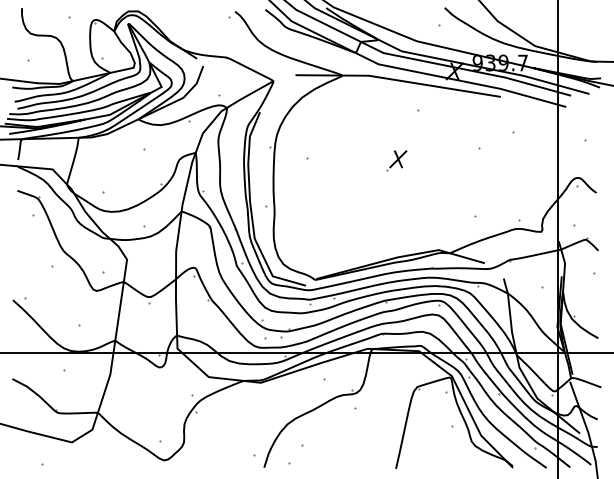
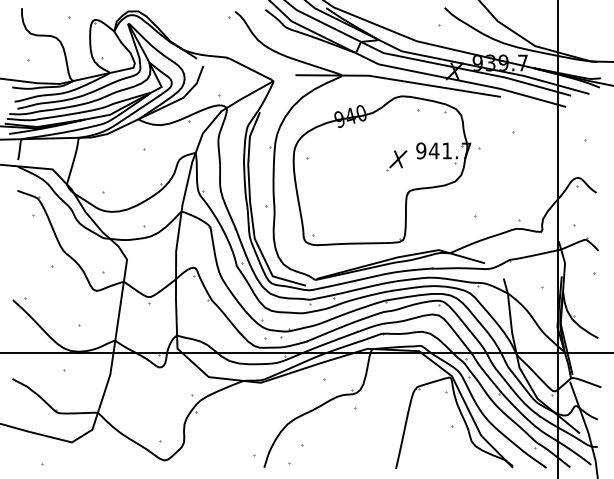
part at (381, 170): none -> present
